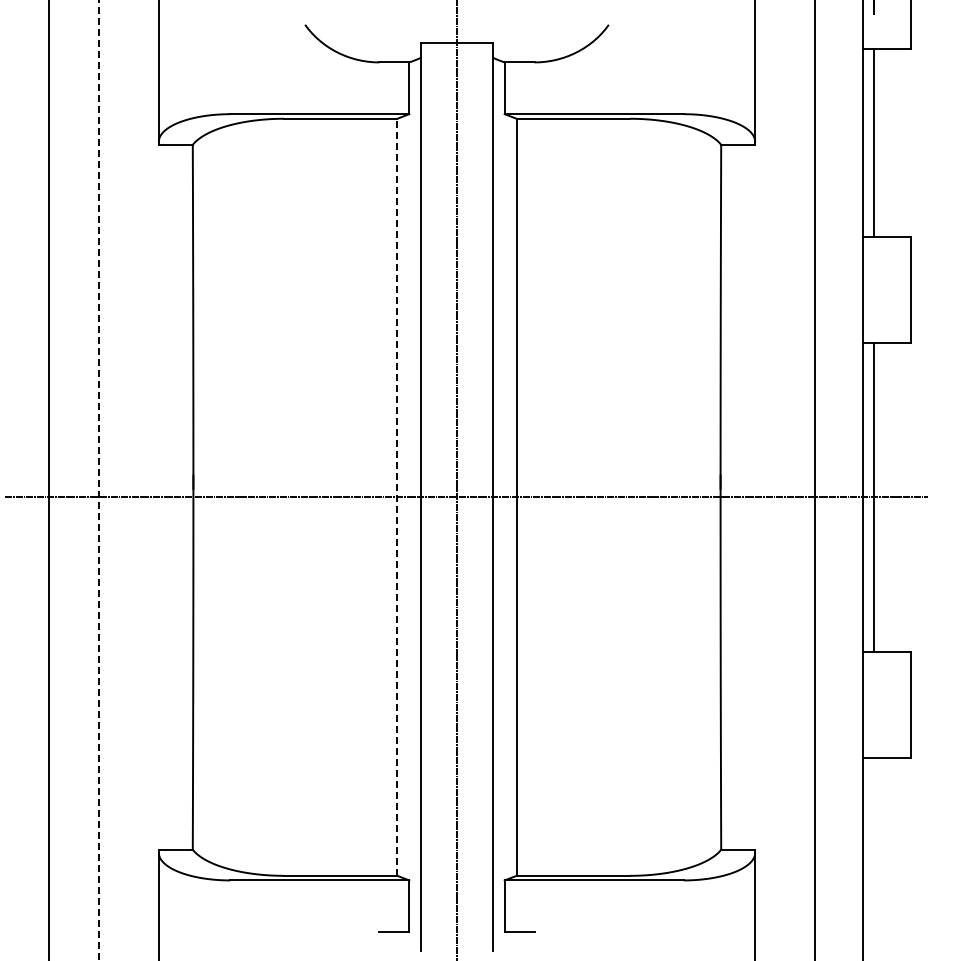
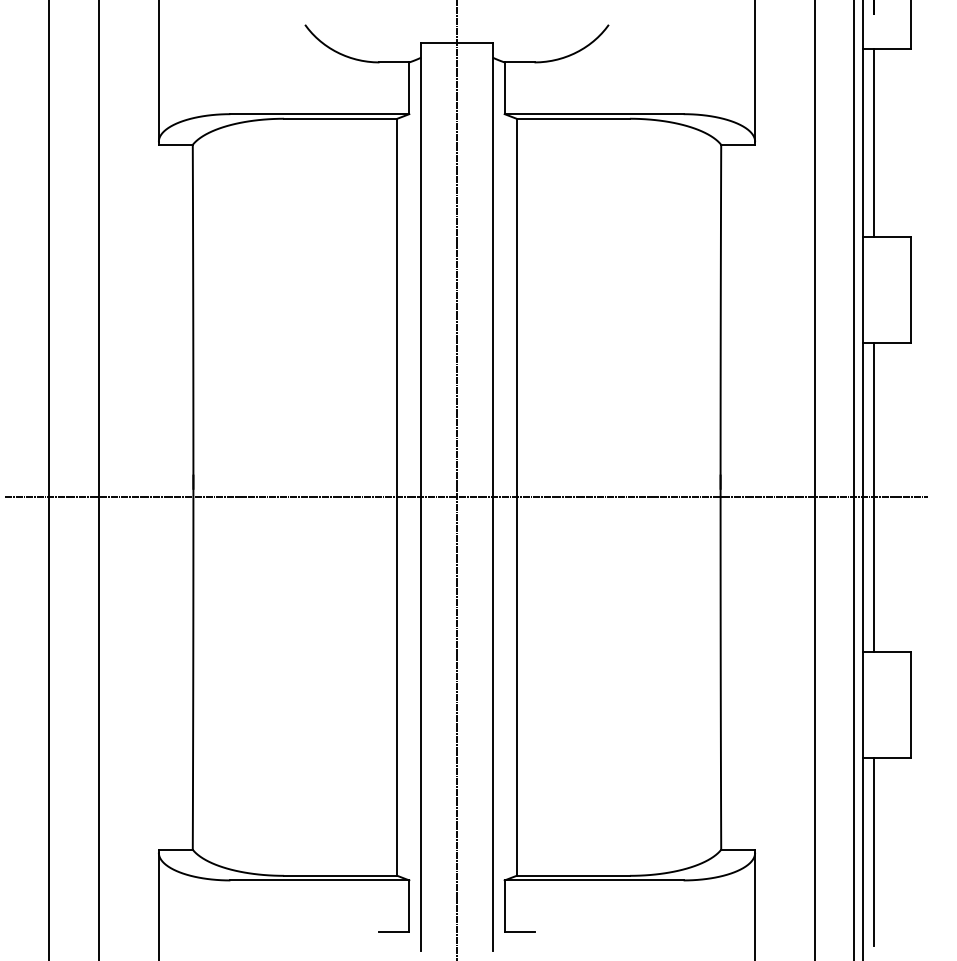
line at (853, 479): none -> present
line at (99, 480): dashed -> solid
line at (397, 497): dashed -> solid
line at (874, 851): none -> present
